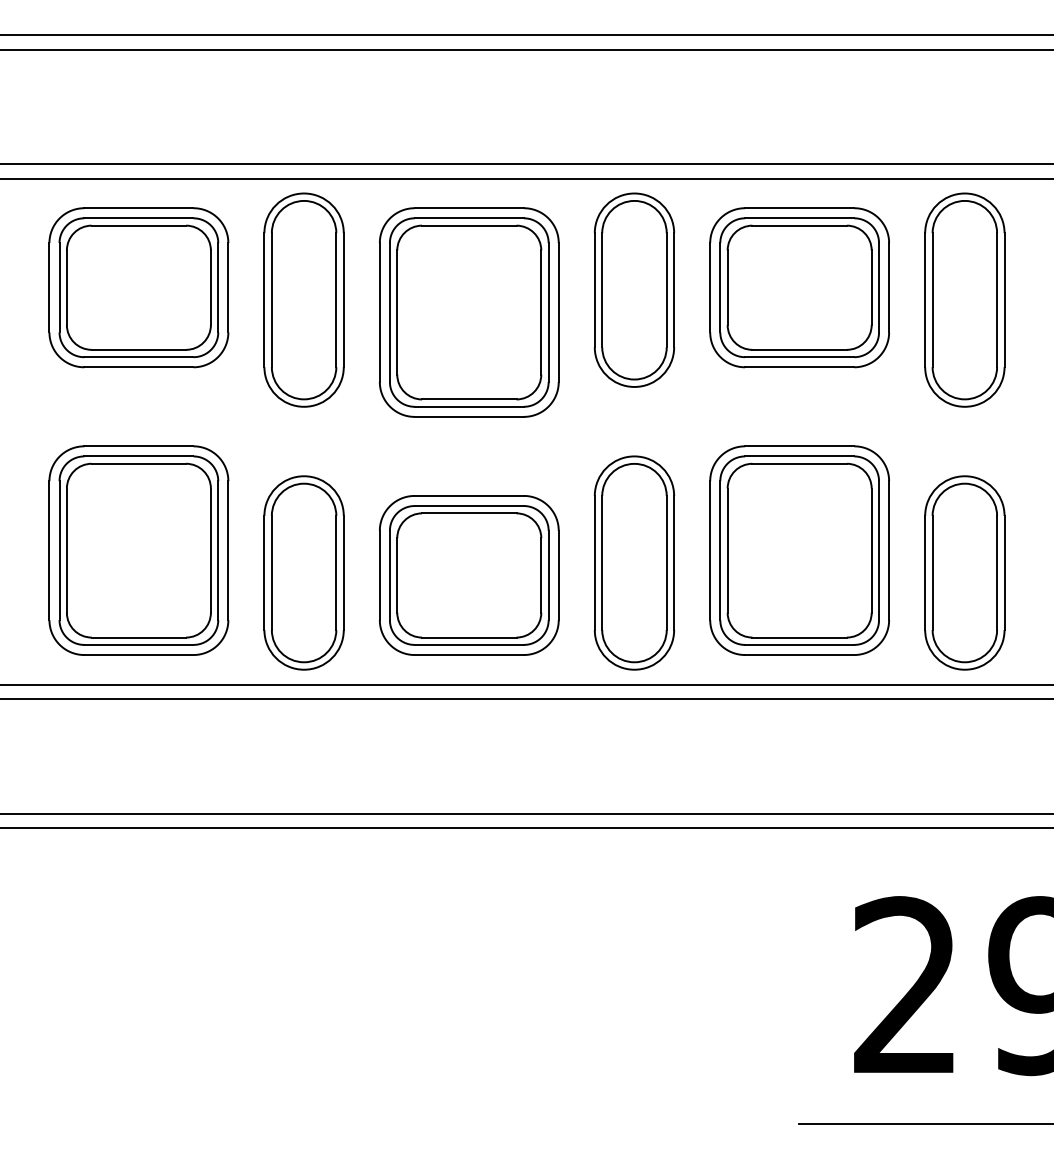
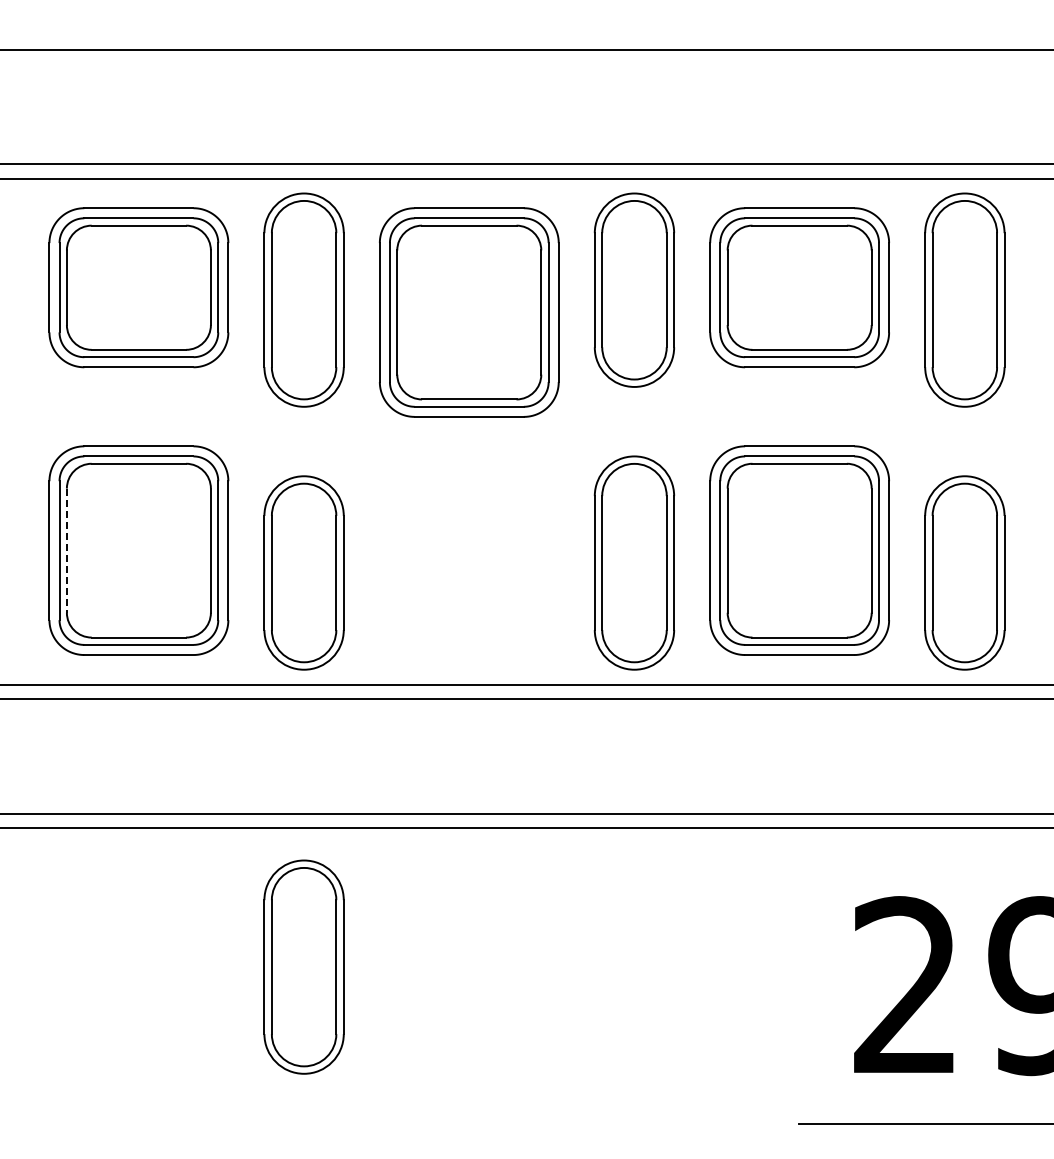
line at (526, 34): present -> none
line at (66, 551): solid -> dashed
part at (469, 575): present -> none
part at (303, 966): none -> present
